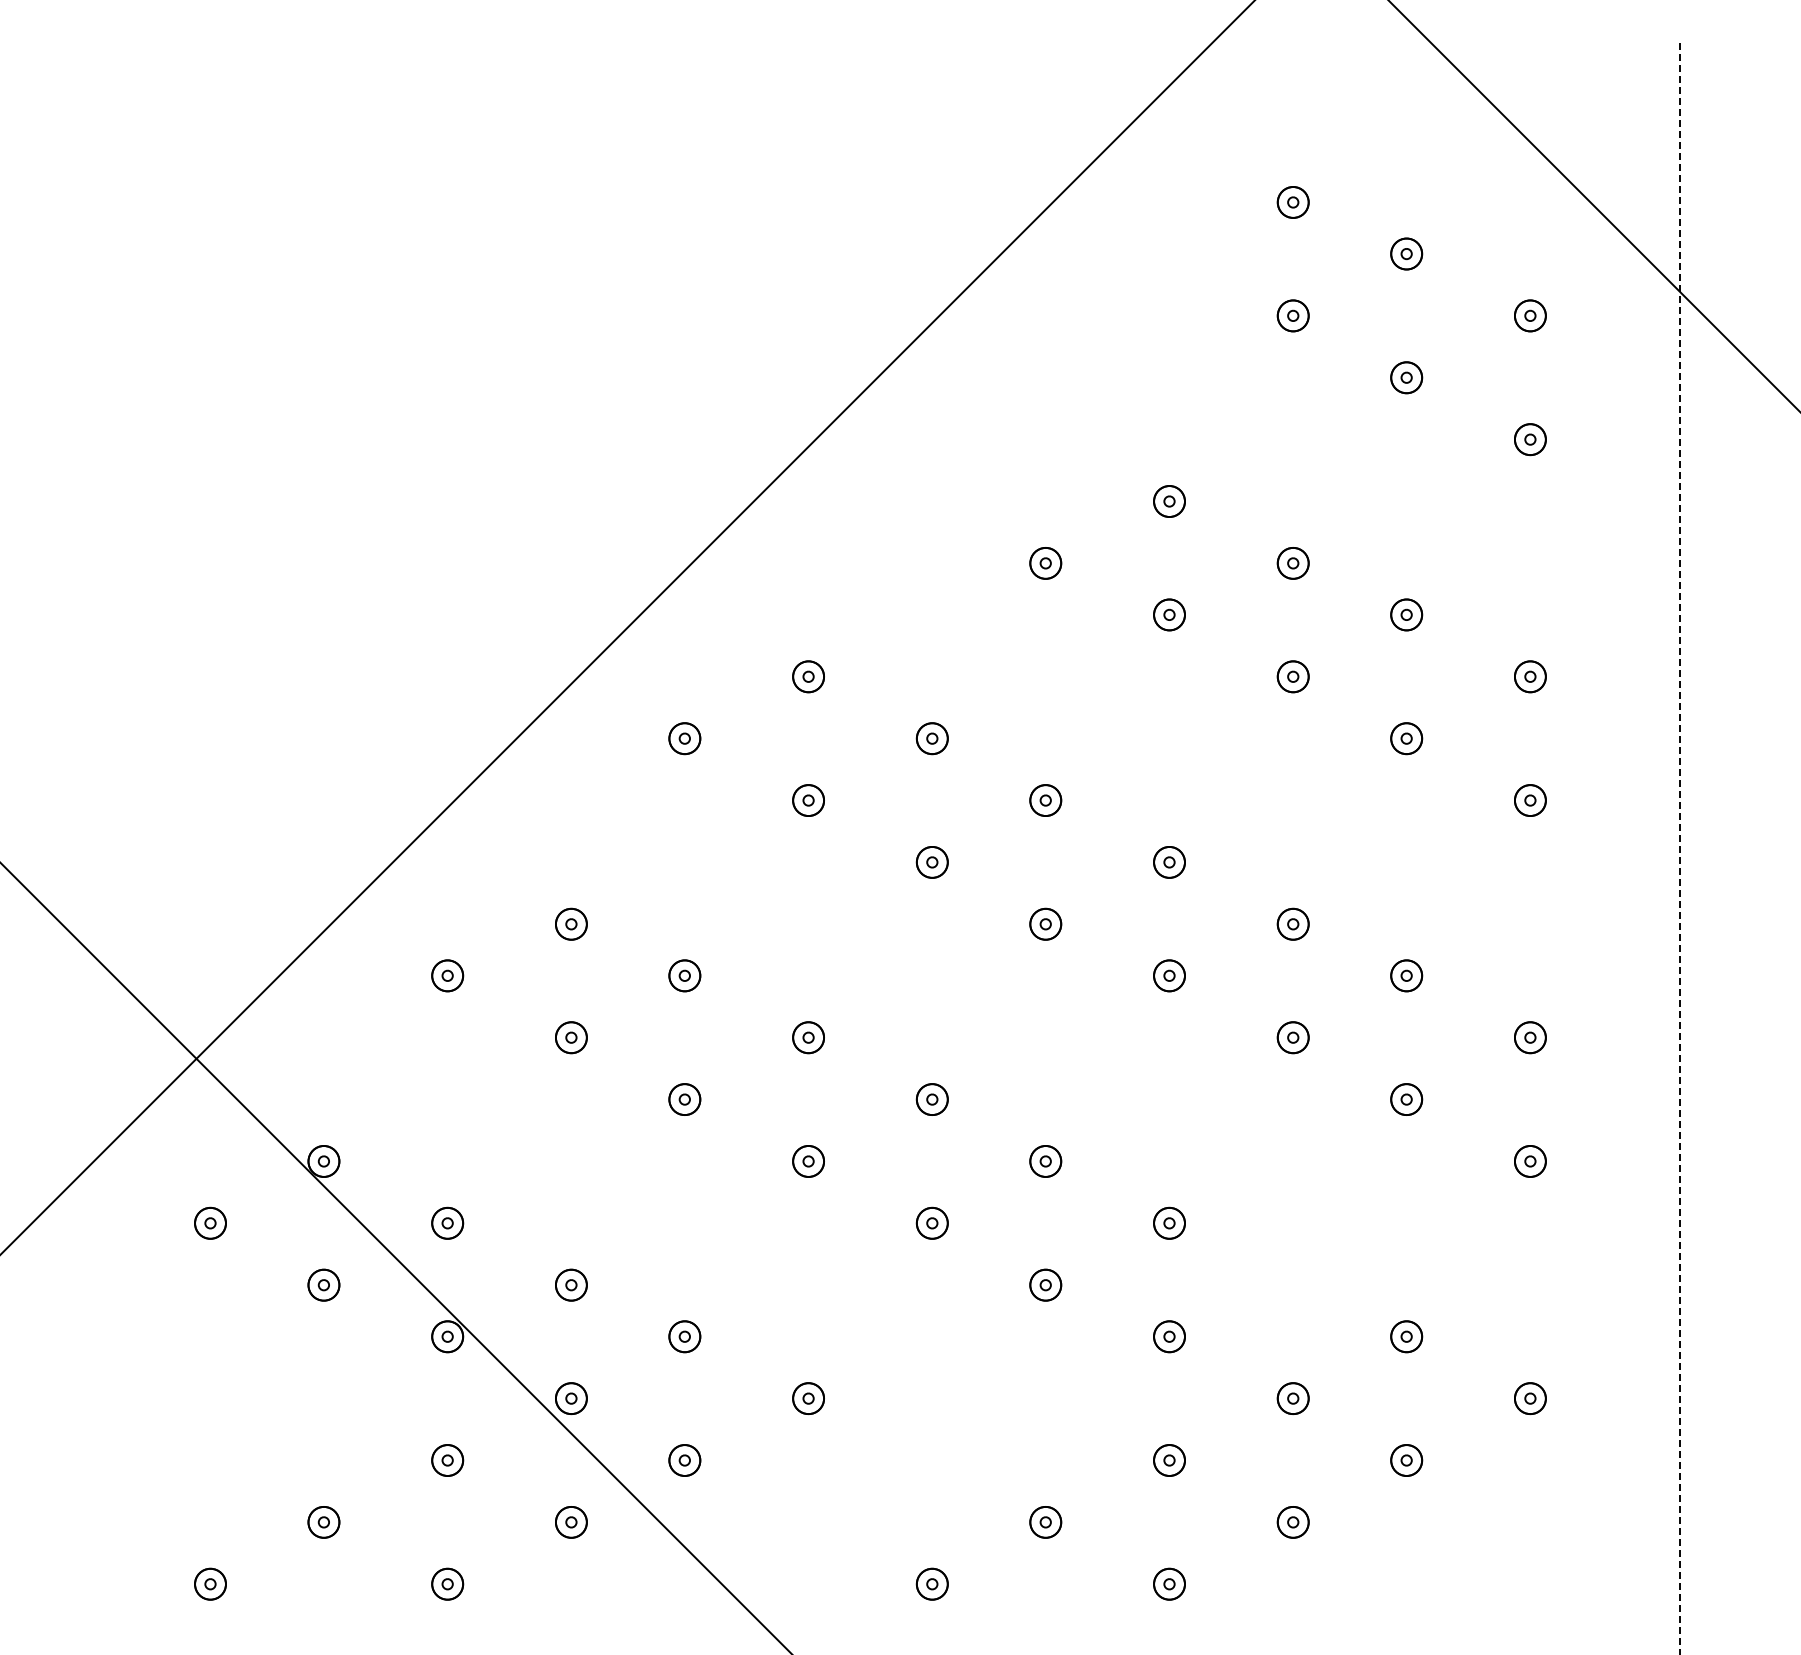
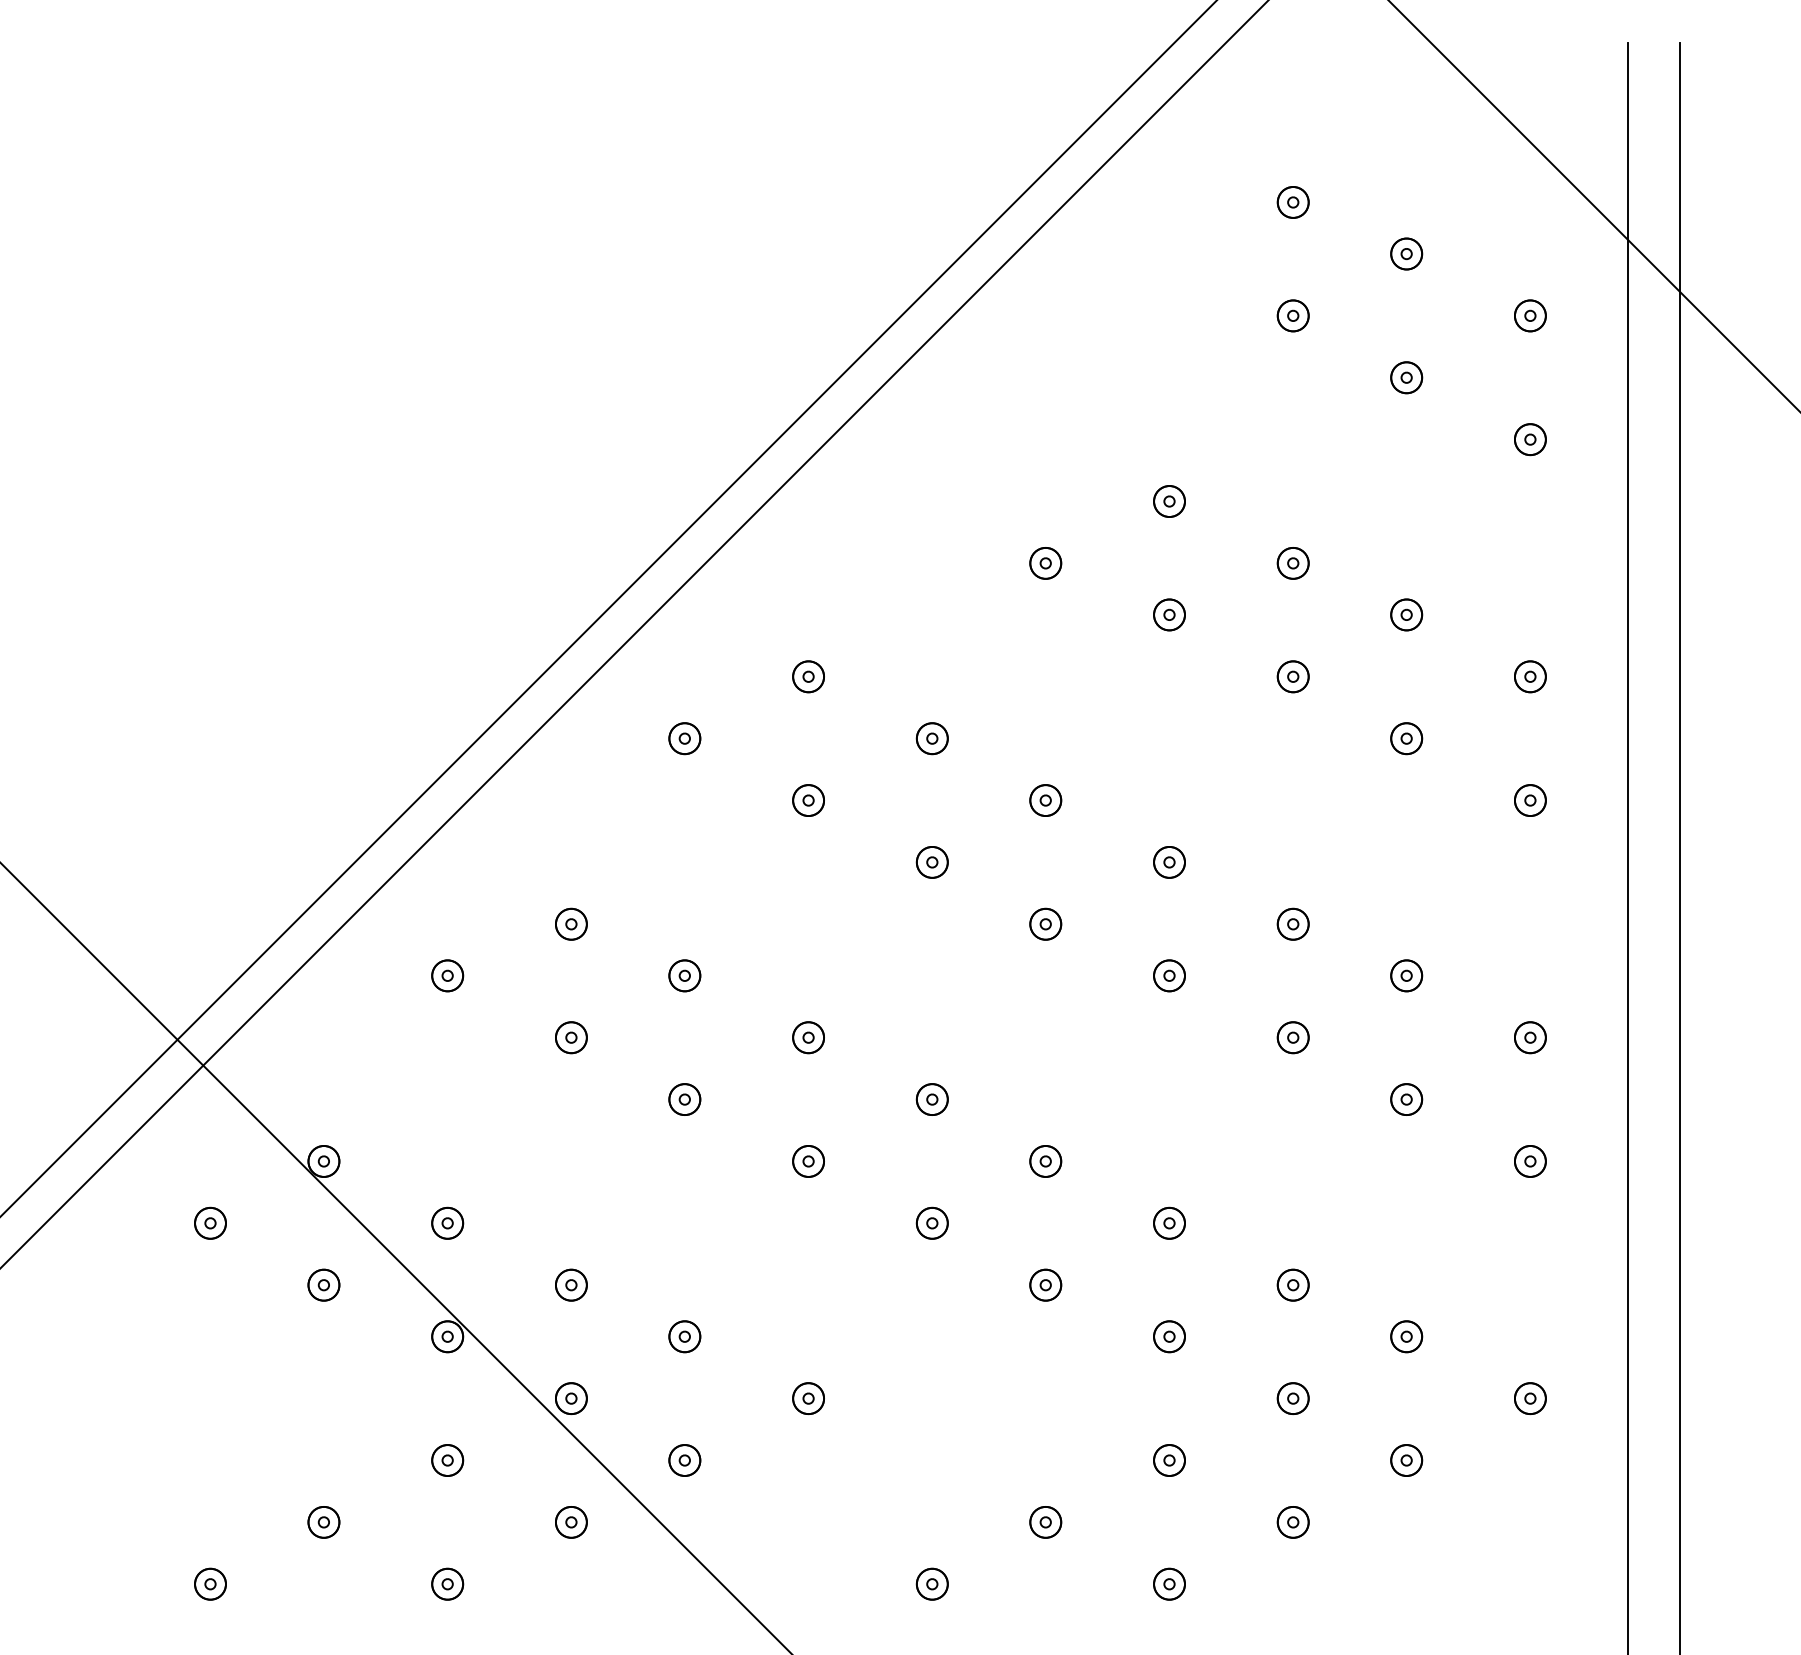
line at (627, 627) position: (627, 627) -> (608, 608)
line at (634, 634): none -> present
line at (1628, 846): none -> present
line at (1679, 848): dashed -> solid
part at (1292, 1284): none -> present
